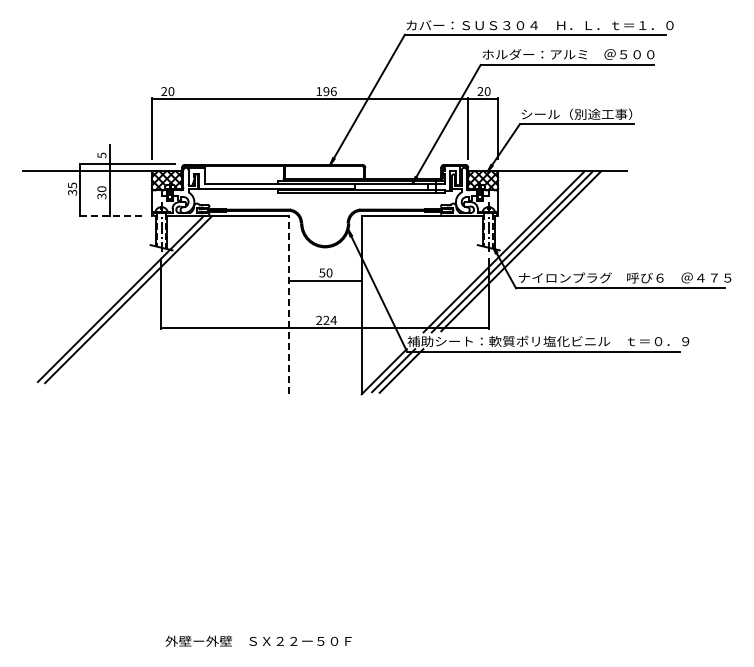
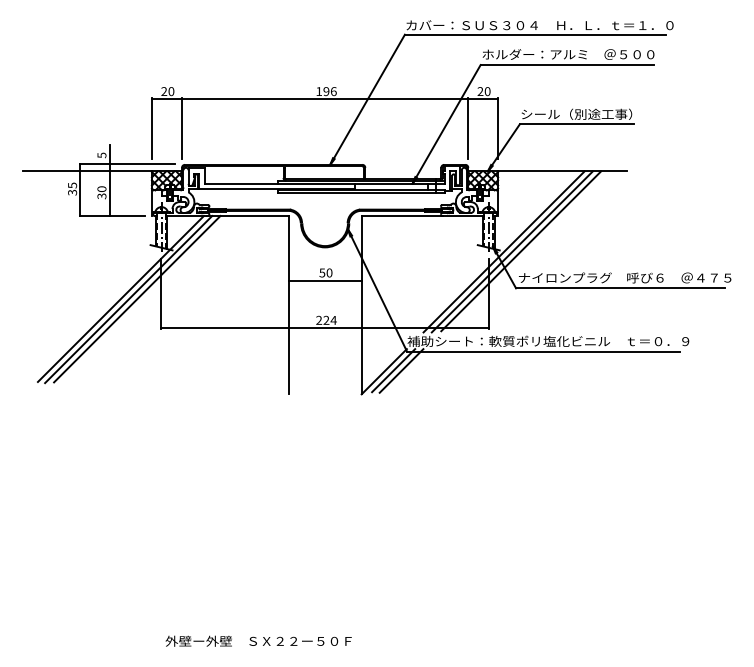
line at (181, 128): none -> present
line at (112, 215): dashed -> solid
line at (137, 298): none -> present
line at (288, 304): dashed -> solid
